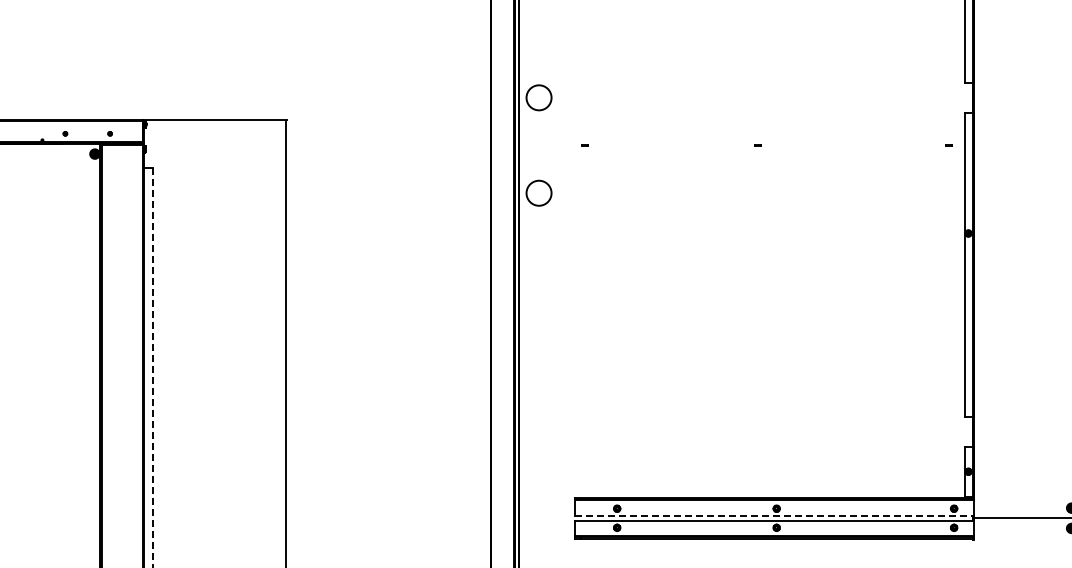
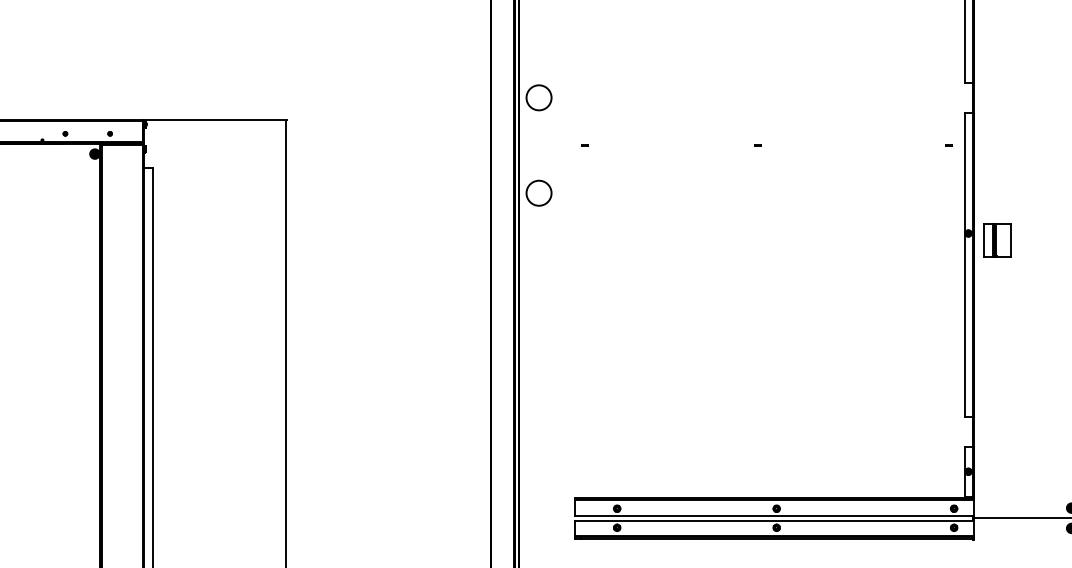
part at (997, 240): none -> present
line at (152, 367): dashed -> solid
line at (775, 515): dashed -> solid
